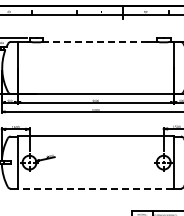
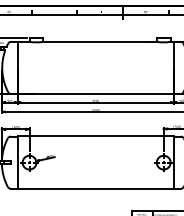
line at (94, 41): dashed -> solid
line at (95, 188): dashed -> solid
